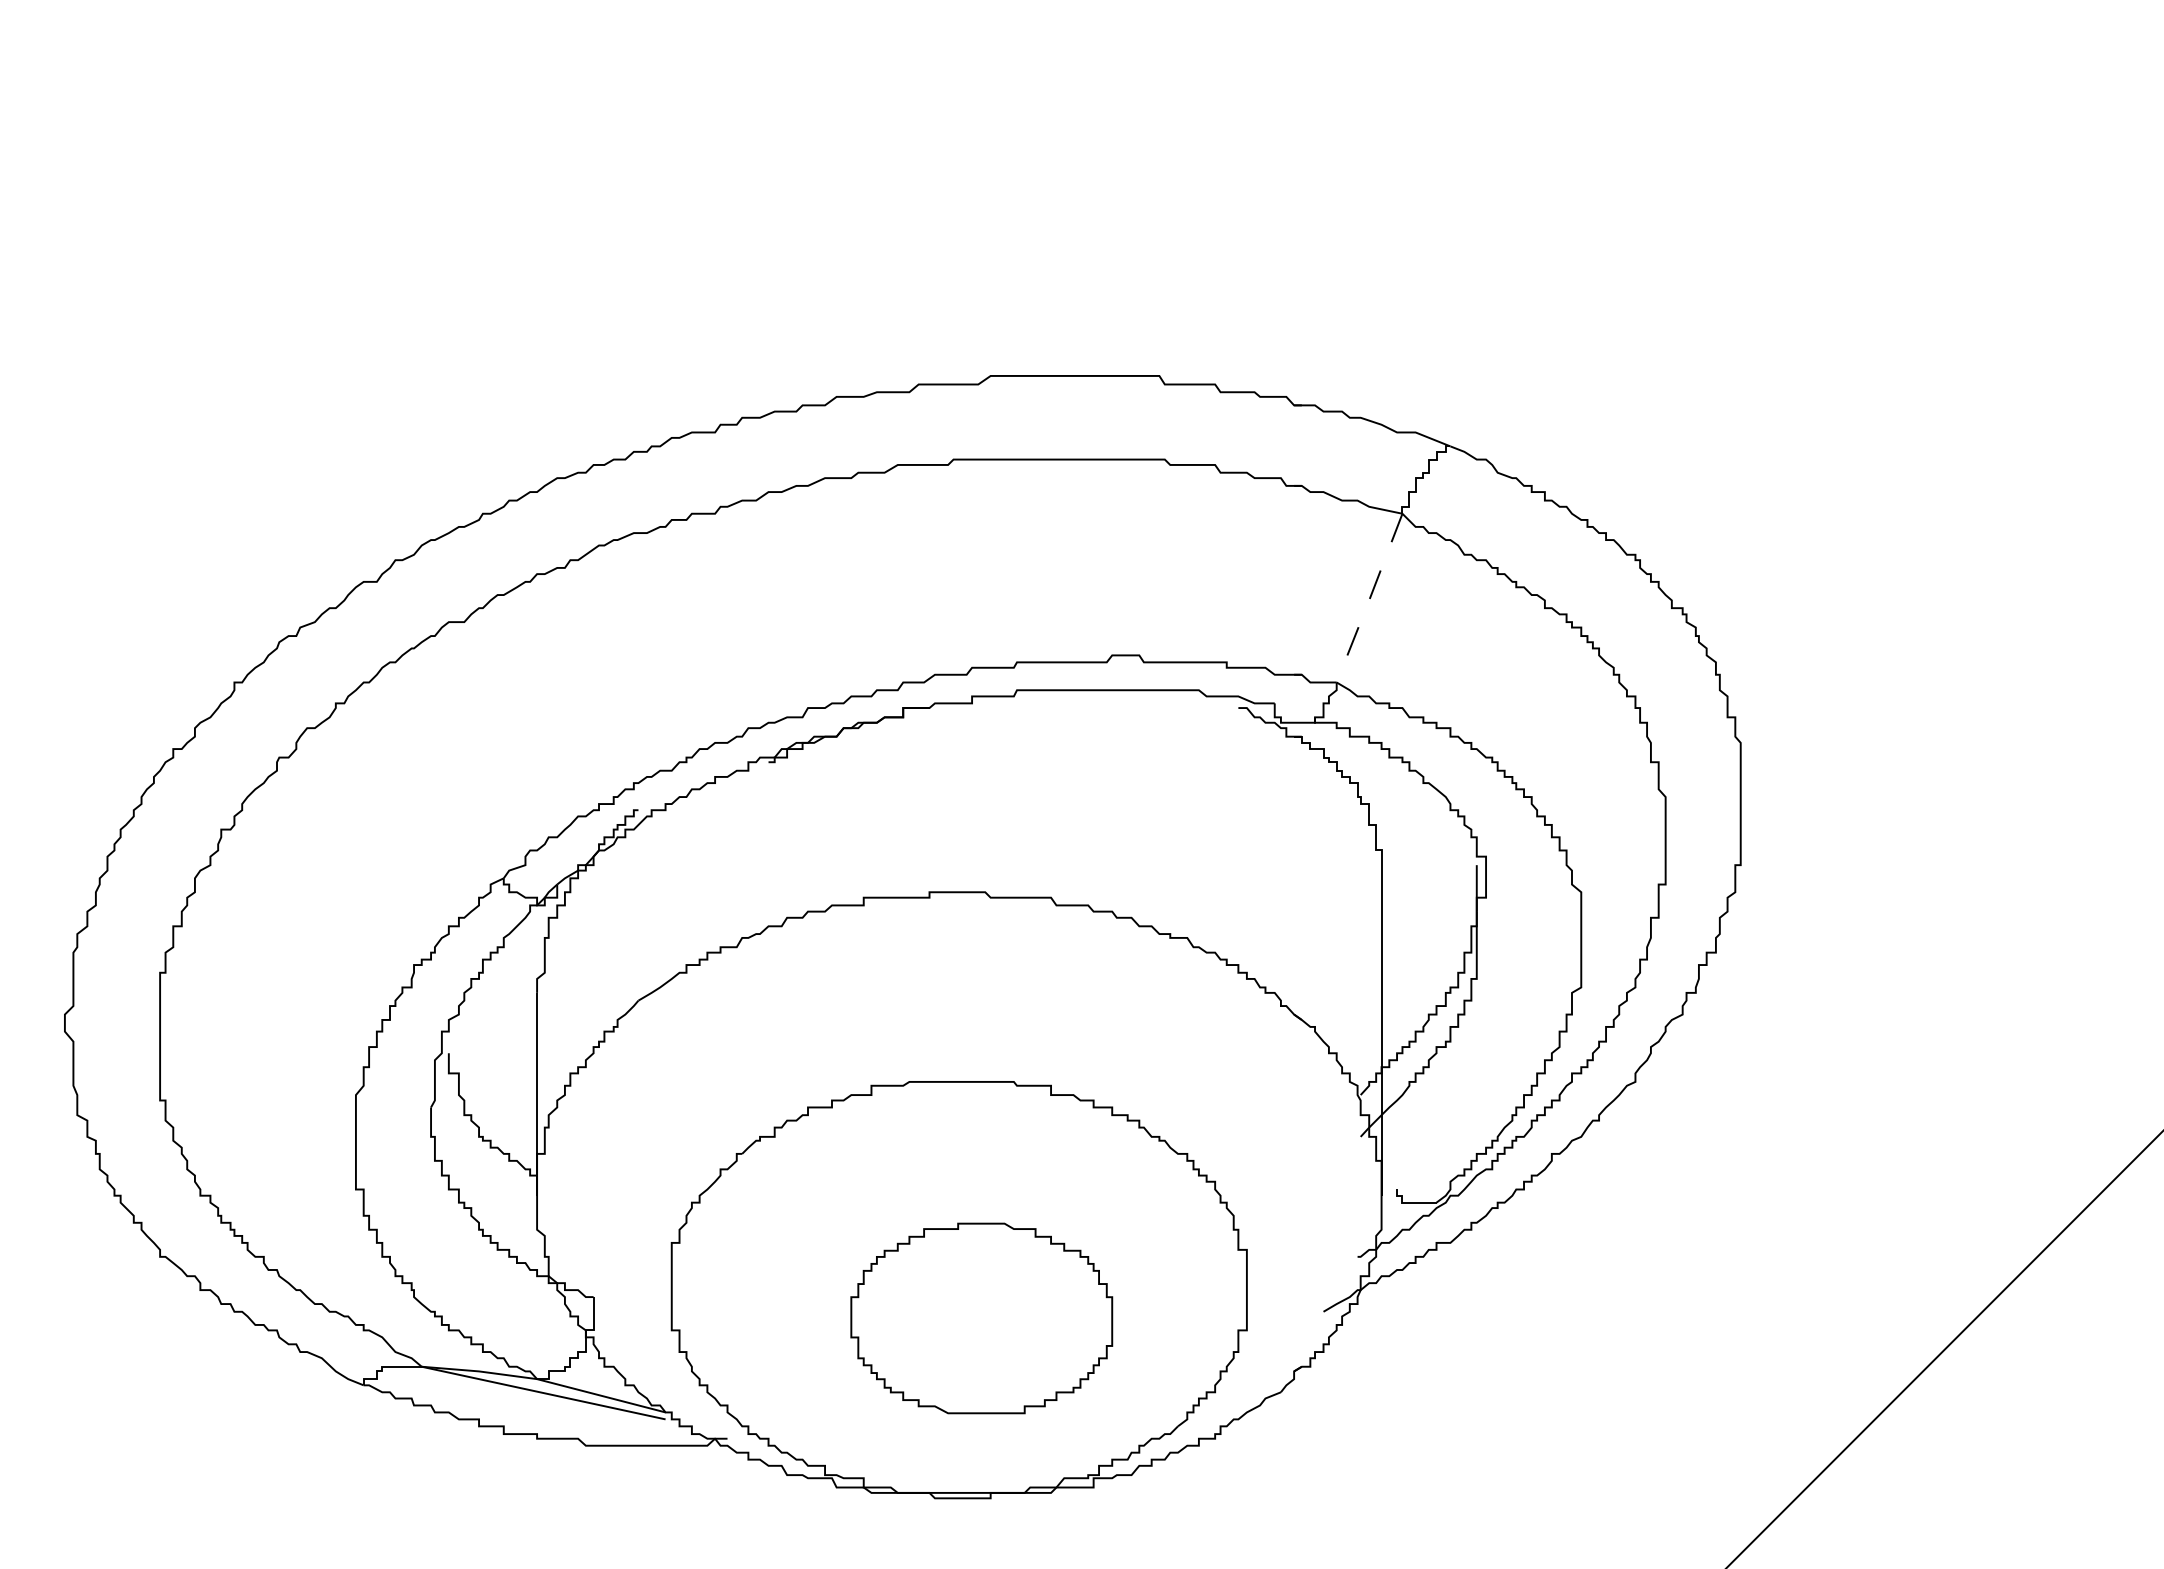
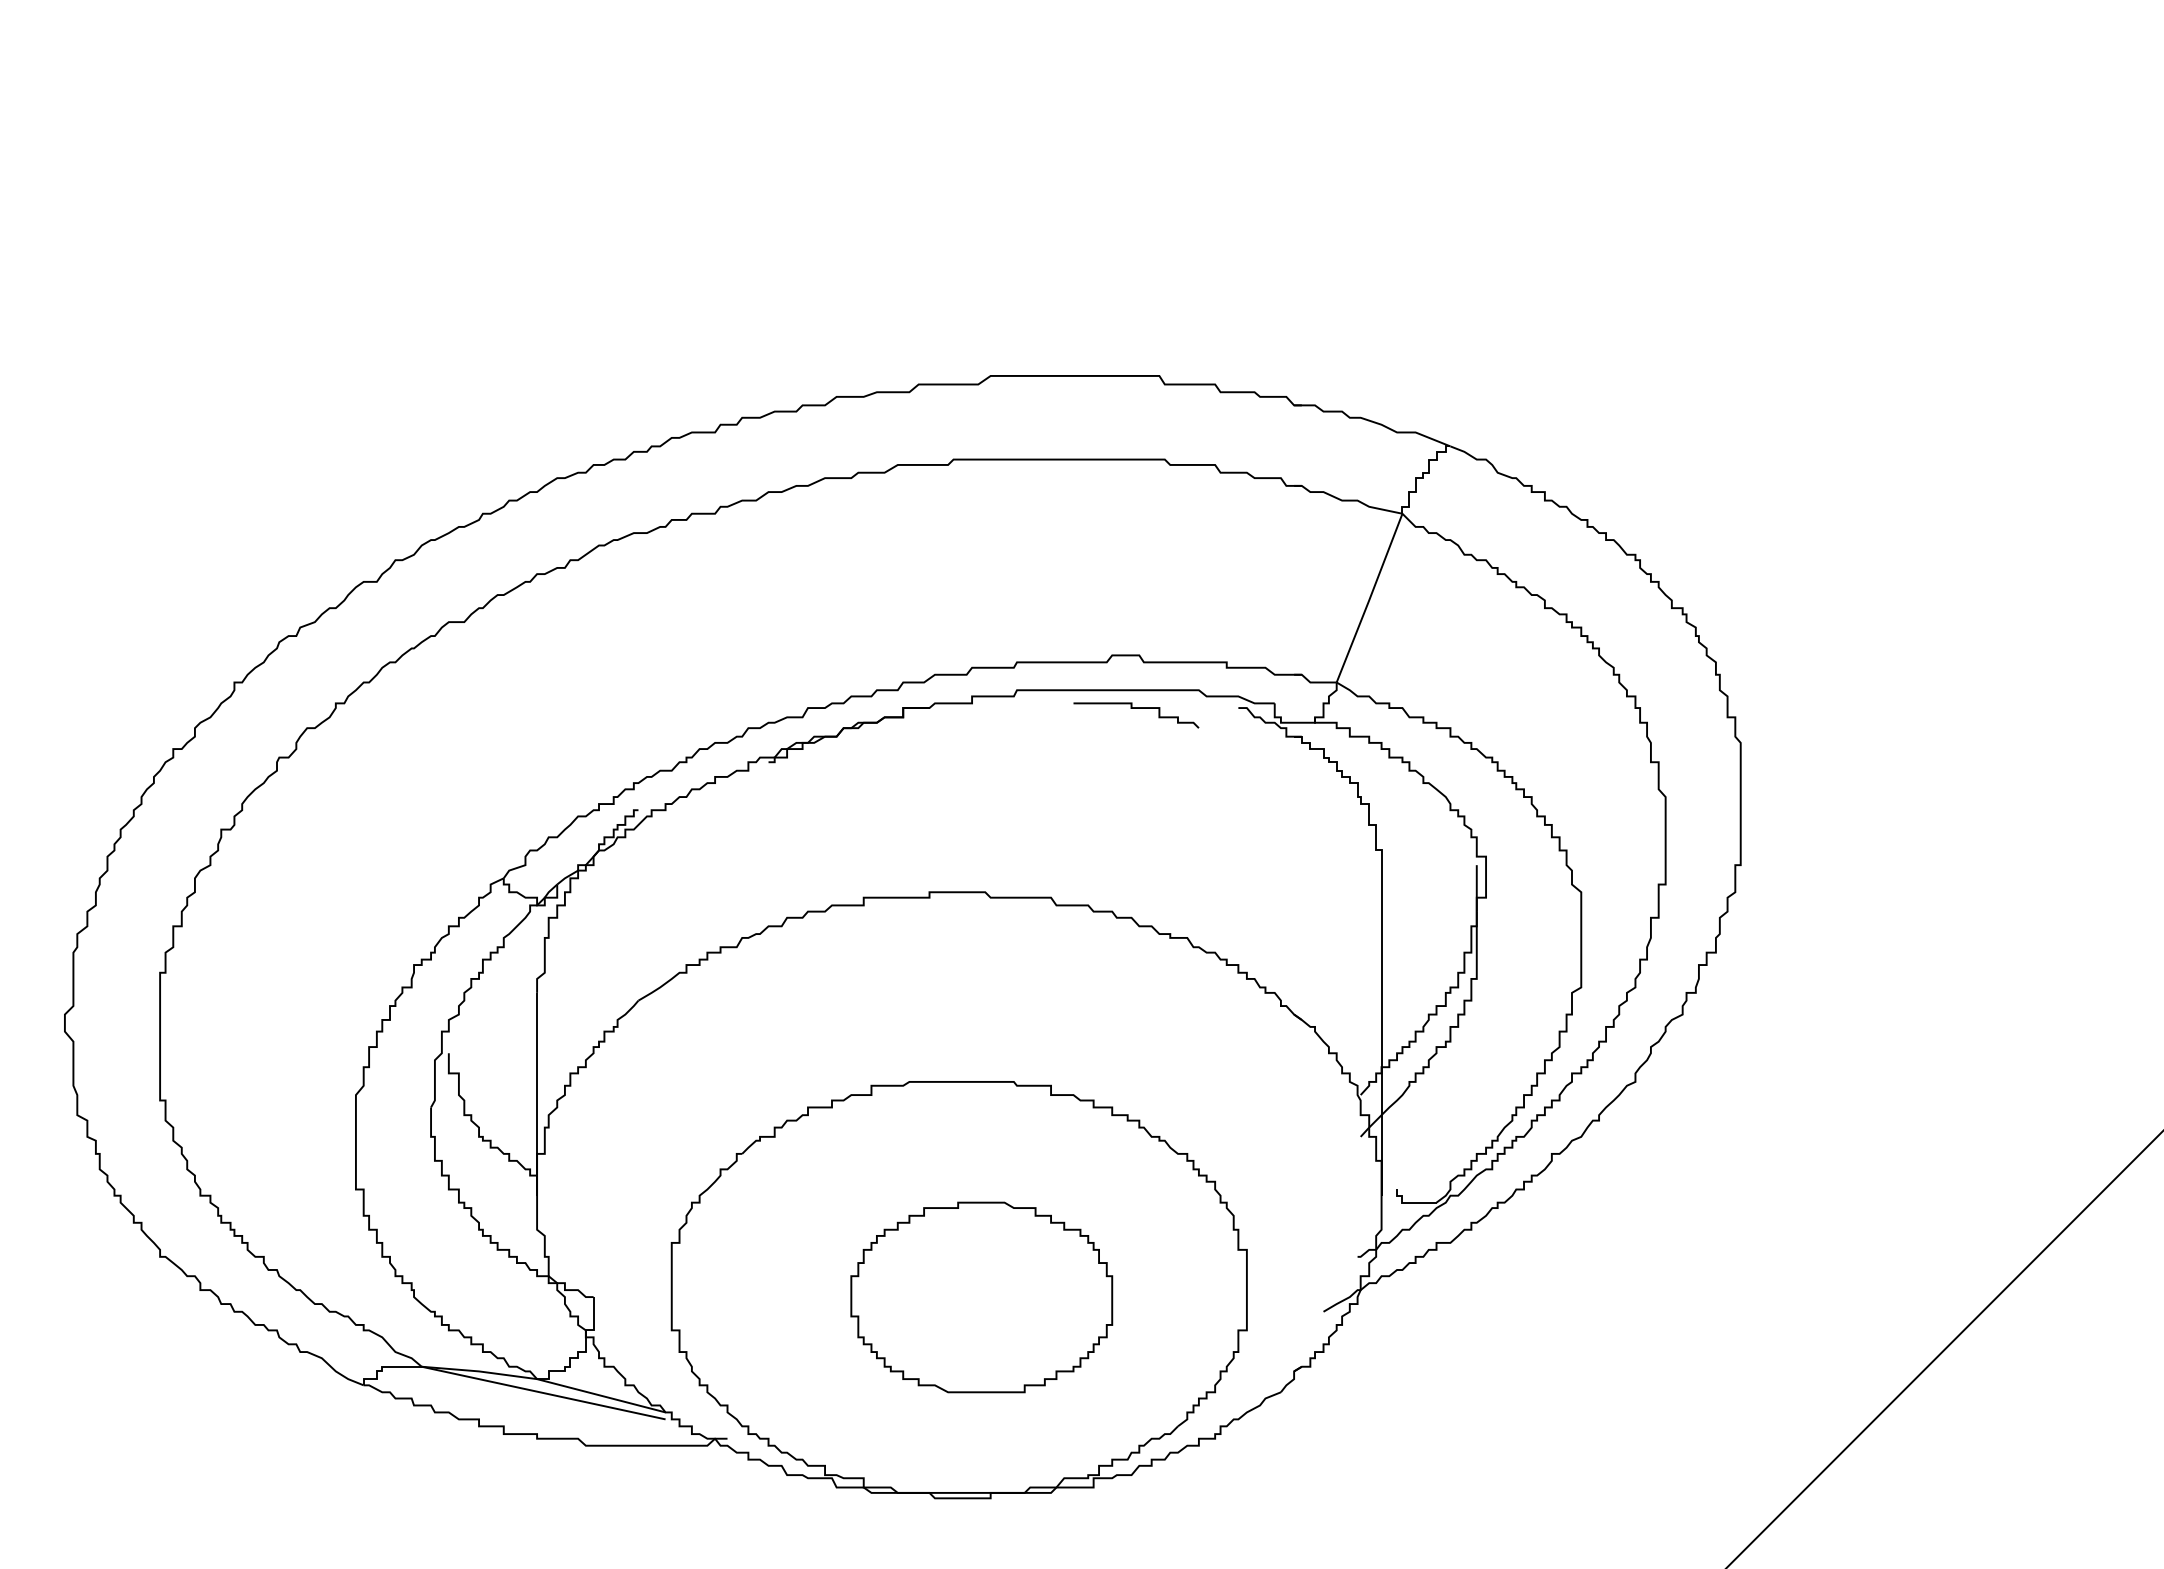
line at (1369, 599): dashed -> solid
curve at (1136, 708): none -> present
part at (981, 1318) position: (981, 1318) -> (981, 1297)
